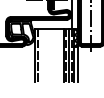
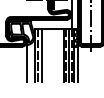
line at (42, 55): none -> present
line at (26, 61): none -> present
